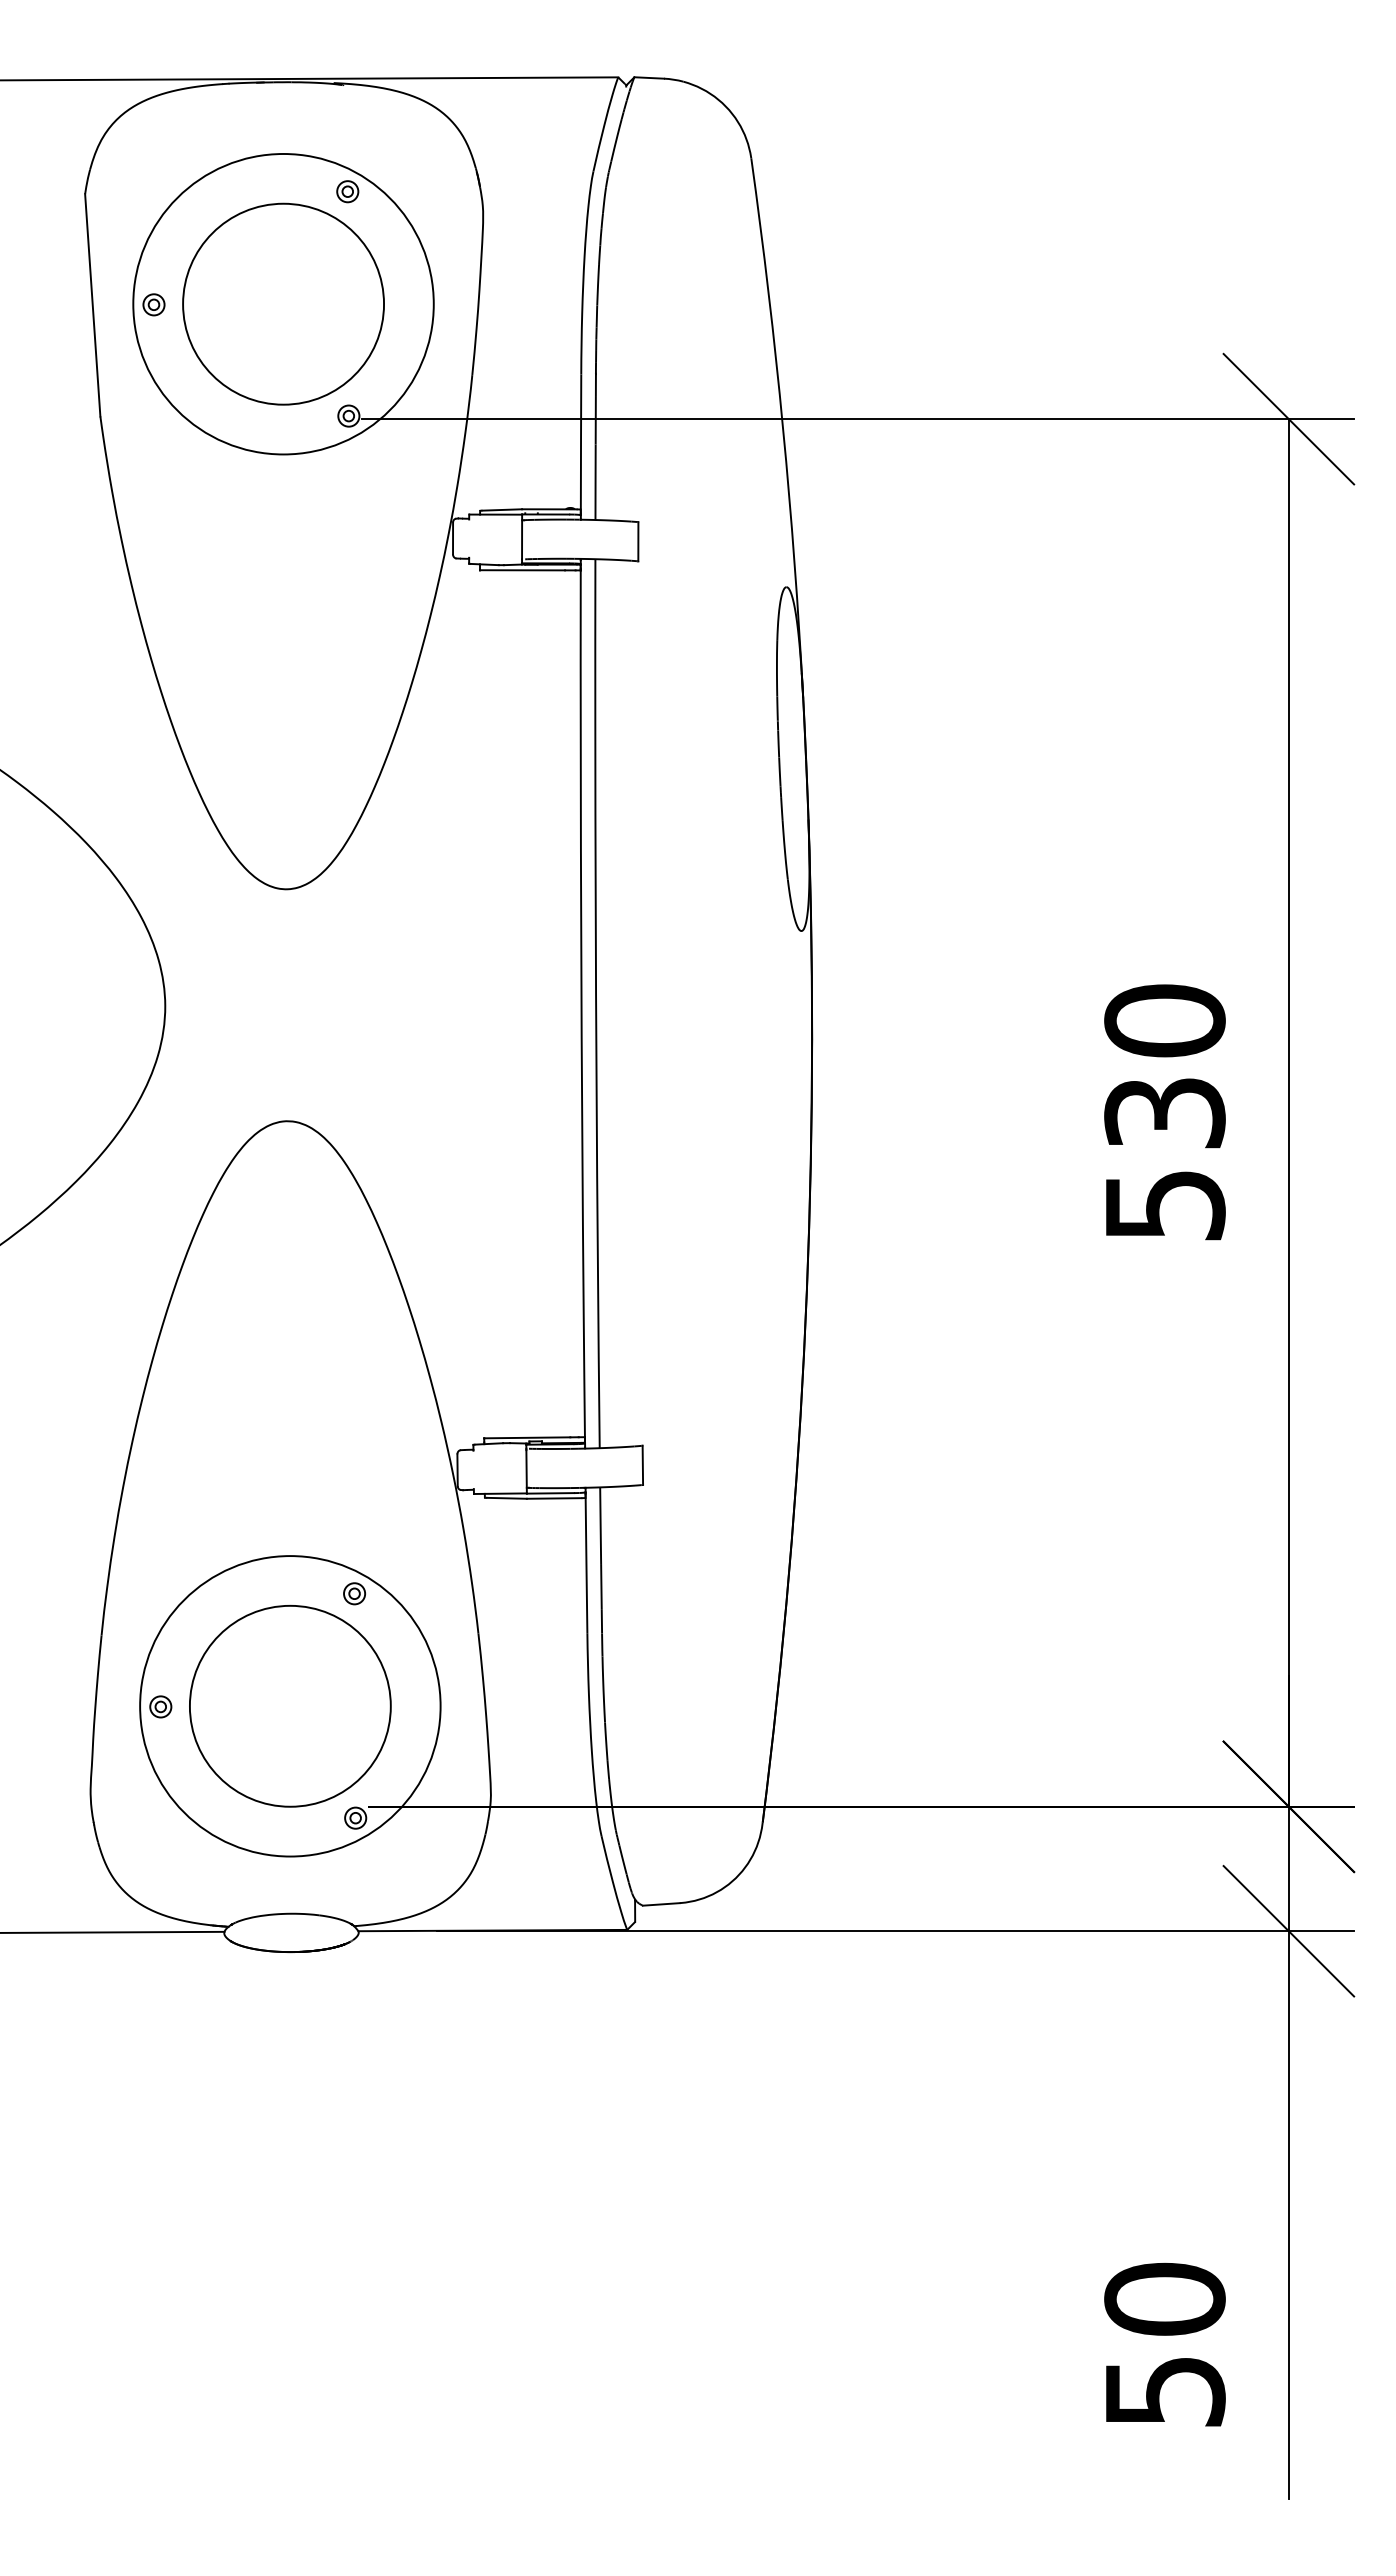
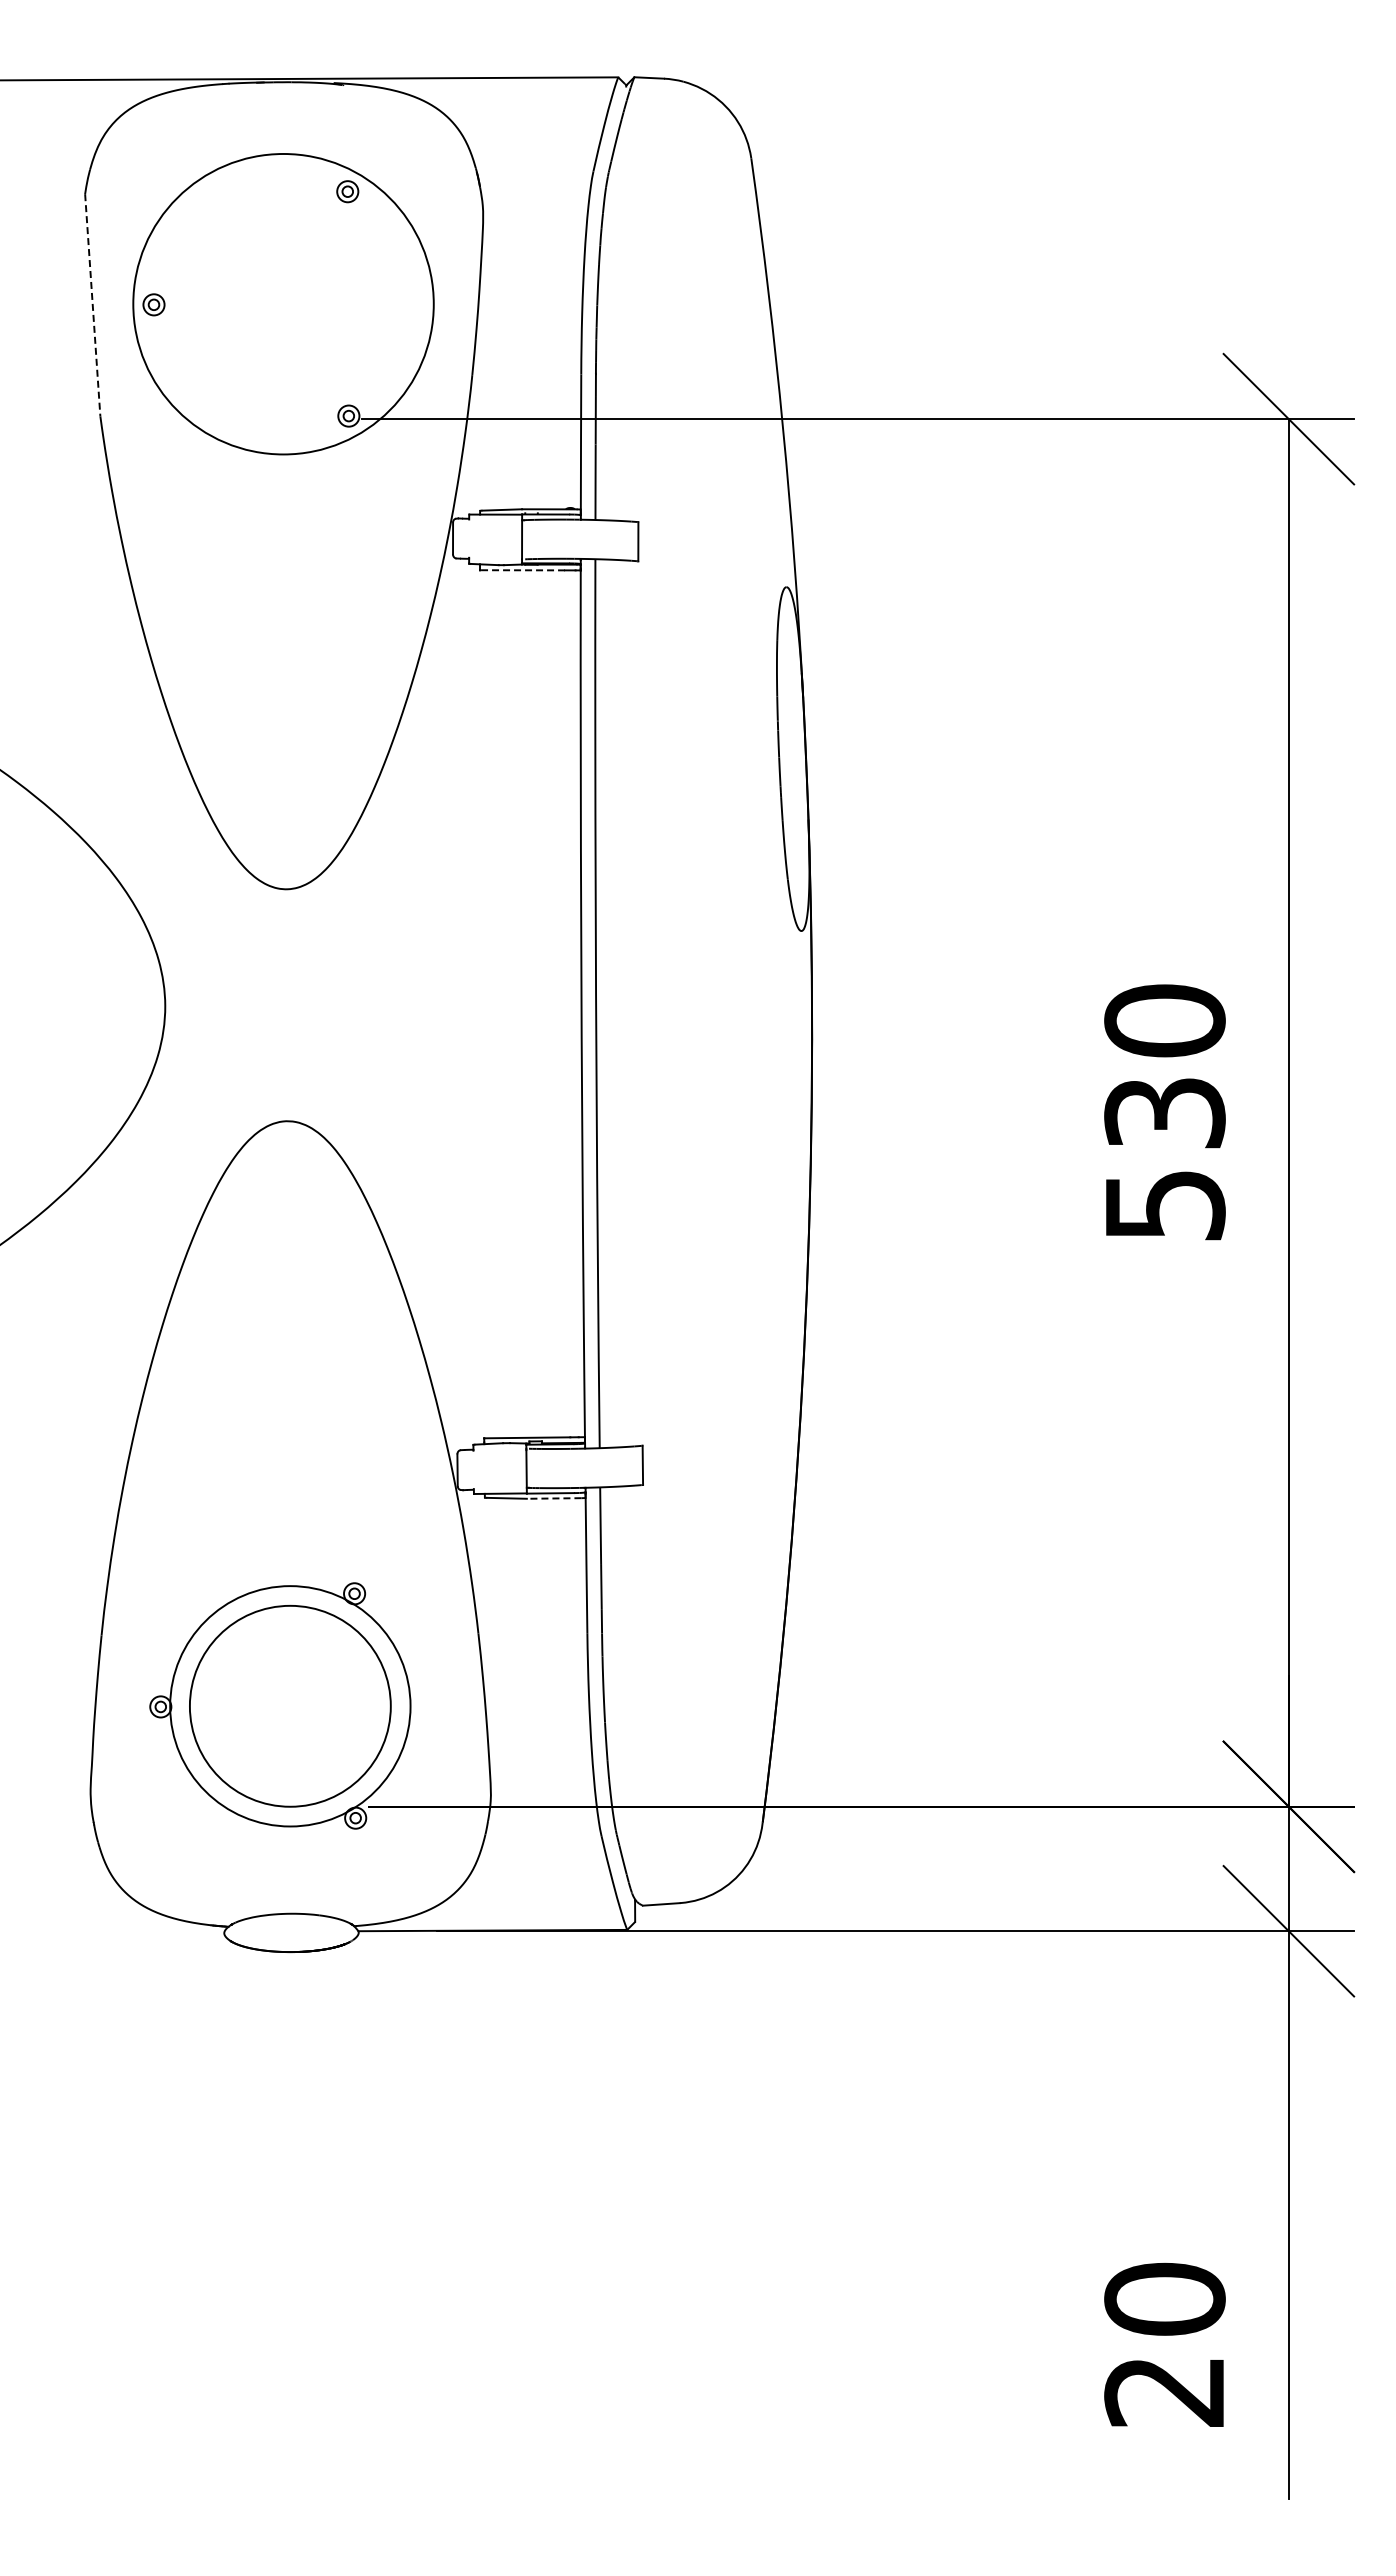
circle at (283, 303): present -> none
line at (92, 305): solid -> dashed
line at (522, 570): solid -> dashed
line at (553, 1498): solid -> dashed
circle at (290, 1706) diameter: 300 px -> 240 px
line at (113, 1931): present -> none
text at (1164, 2392): 50 -> 20
